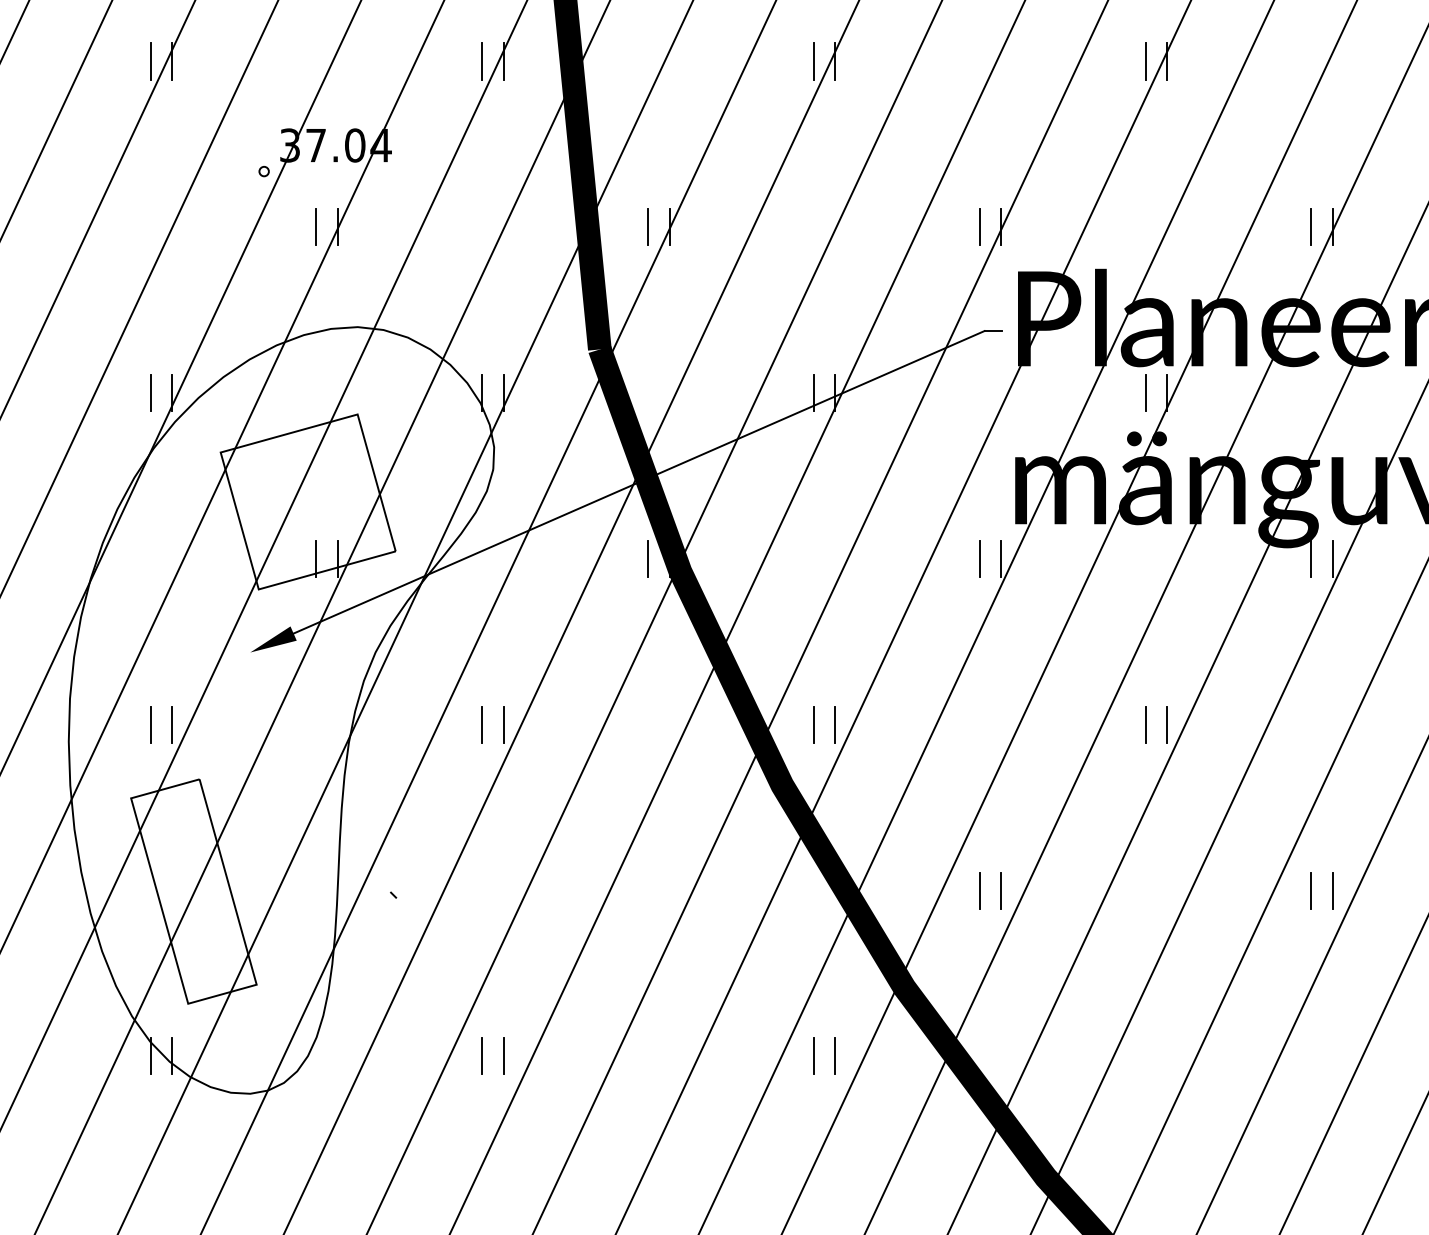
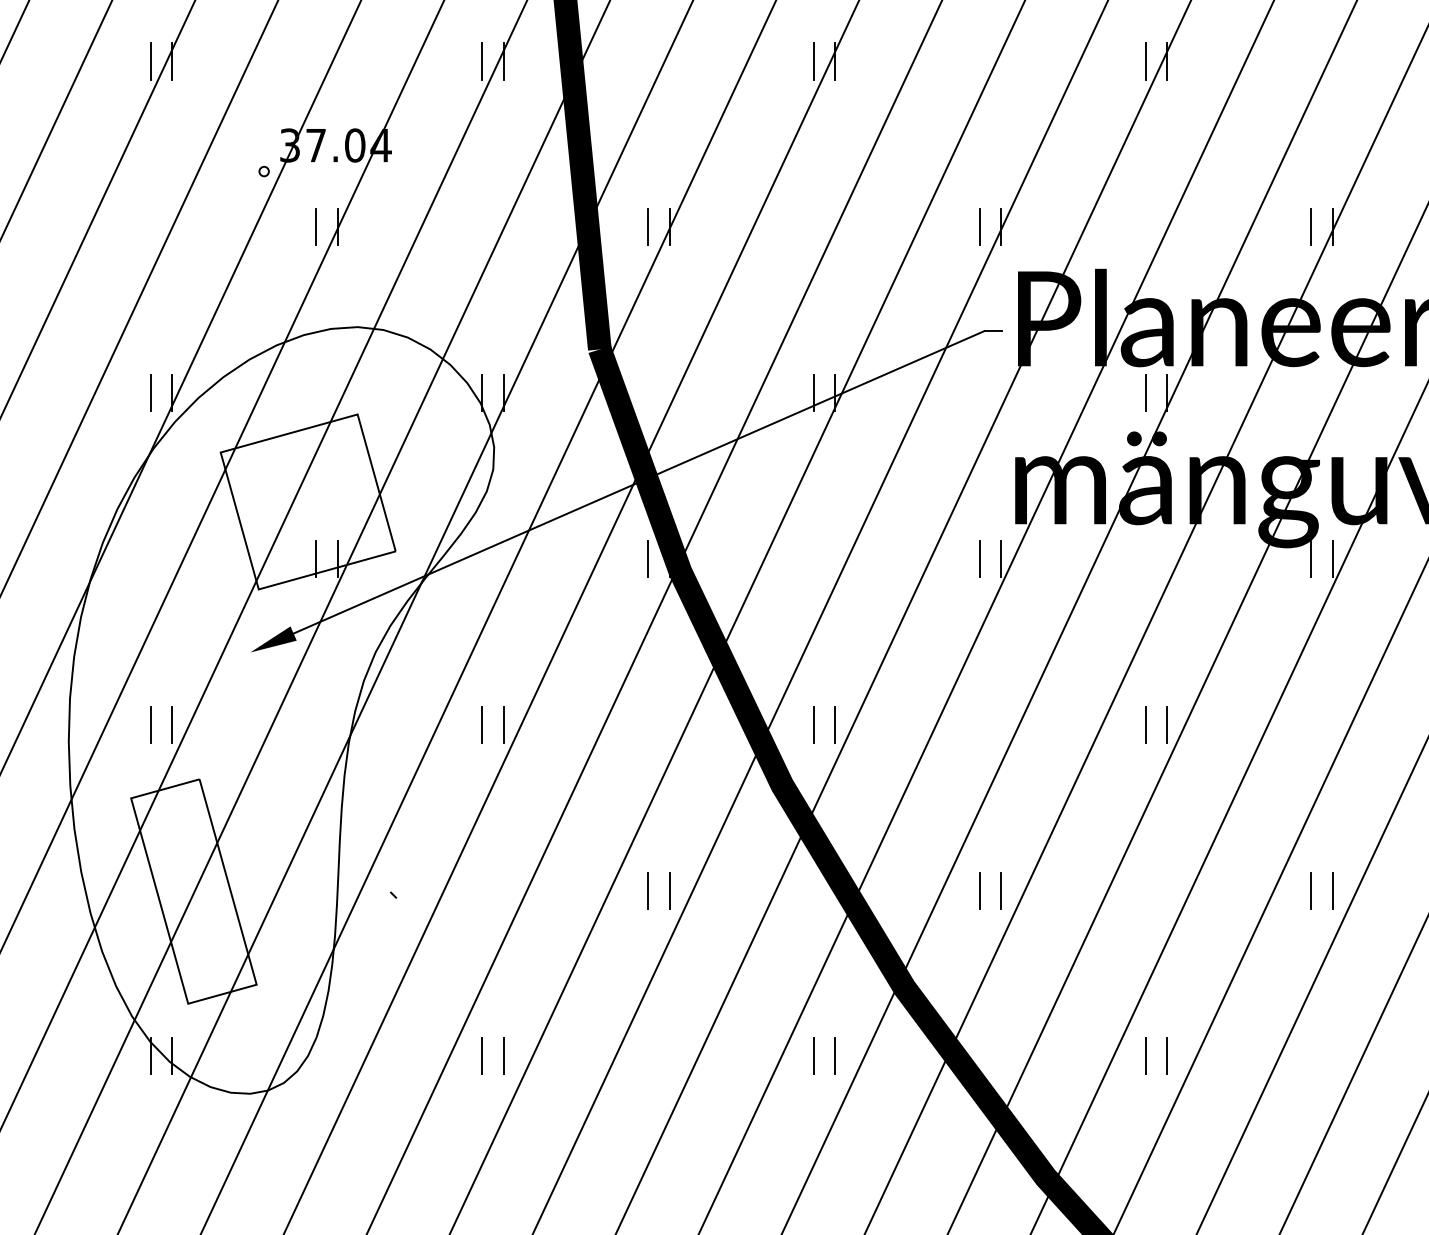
part at (648, 890): none -> present
part at (1146, 1055): none -> present
